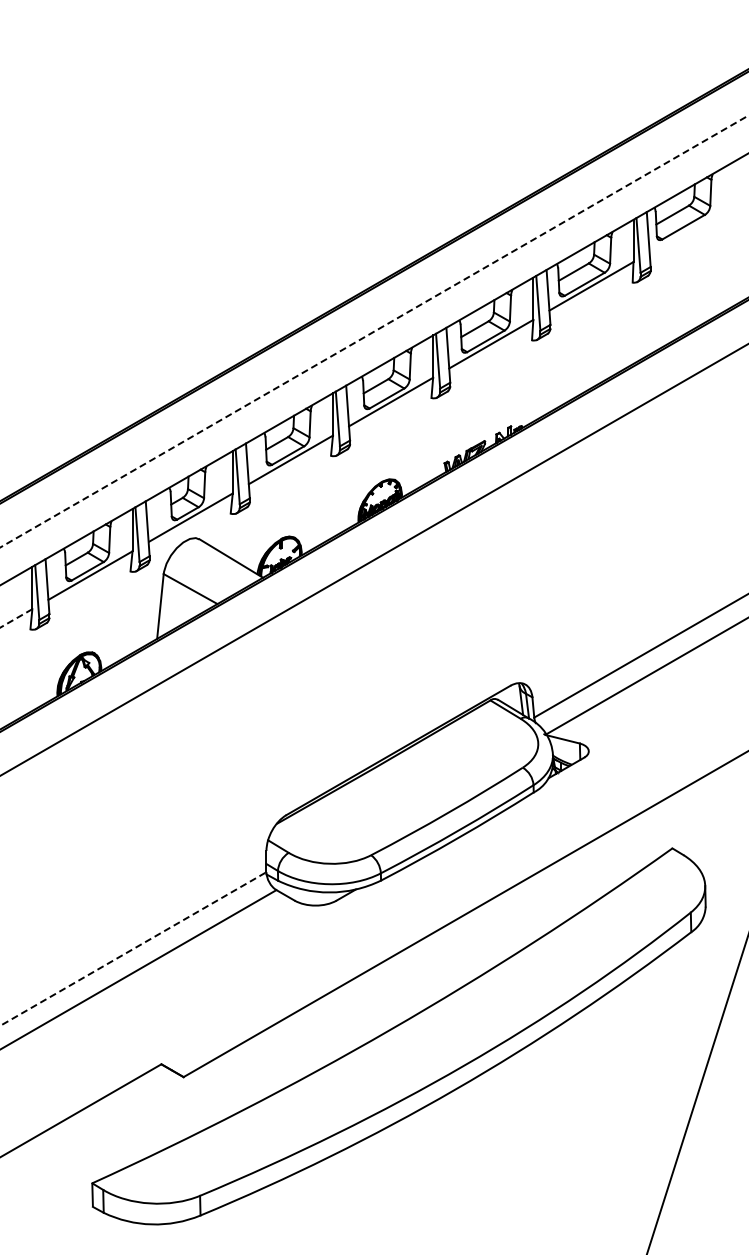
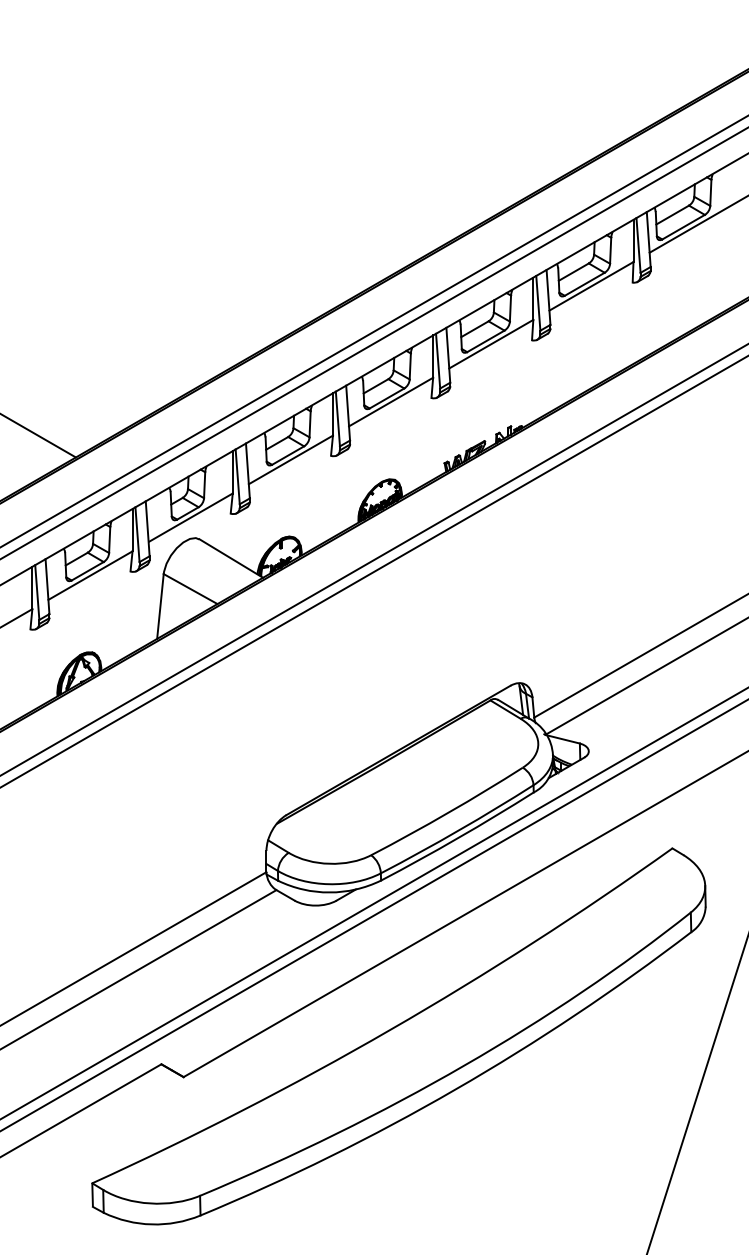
line at (697, 224): none -> present
line at (374, 331): dashed -> solid
line at (373, 343): none -> present
line at (38, 435): none -> present
line at (373, 571): none -> present
line at (16, 618): dashed -> solid
line at (373, 903): none -> present
line at (373, 915): none -> present
line at (134, 948): dashed -> solid
